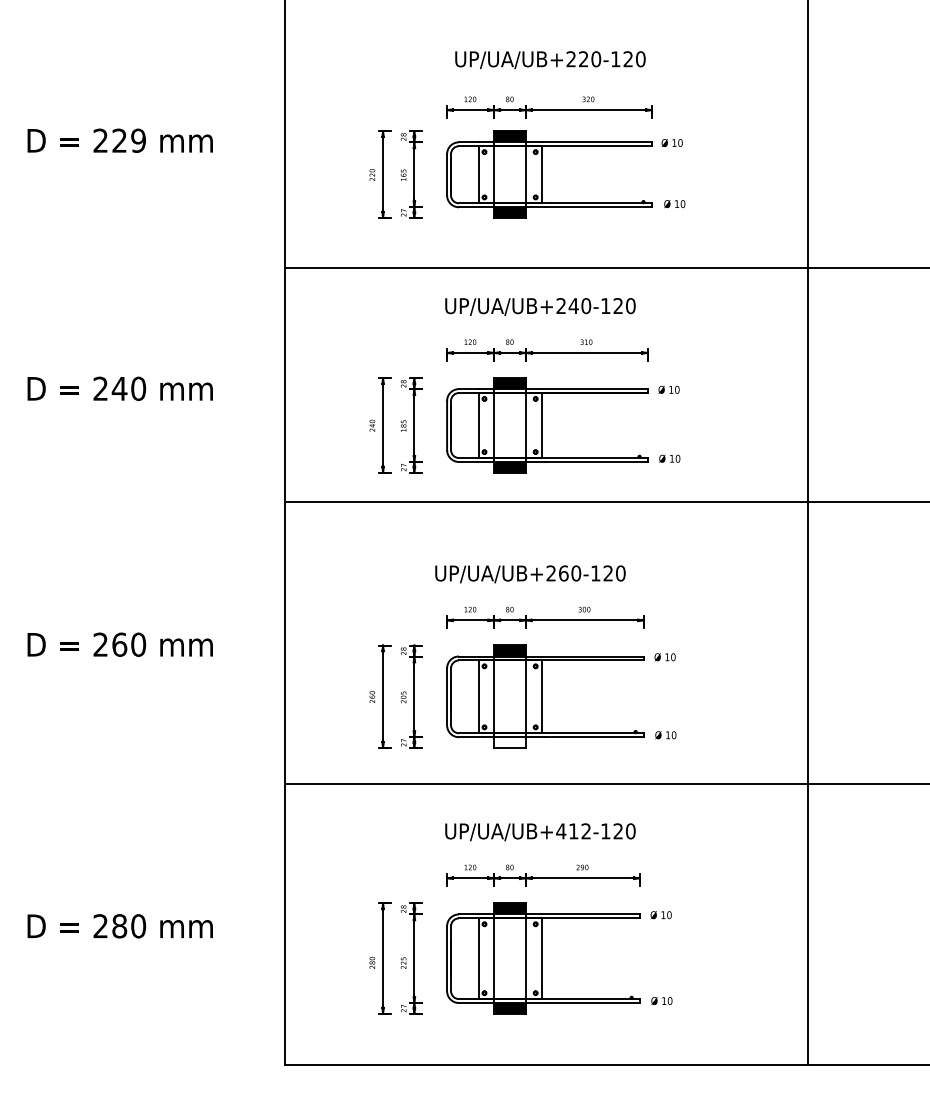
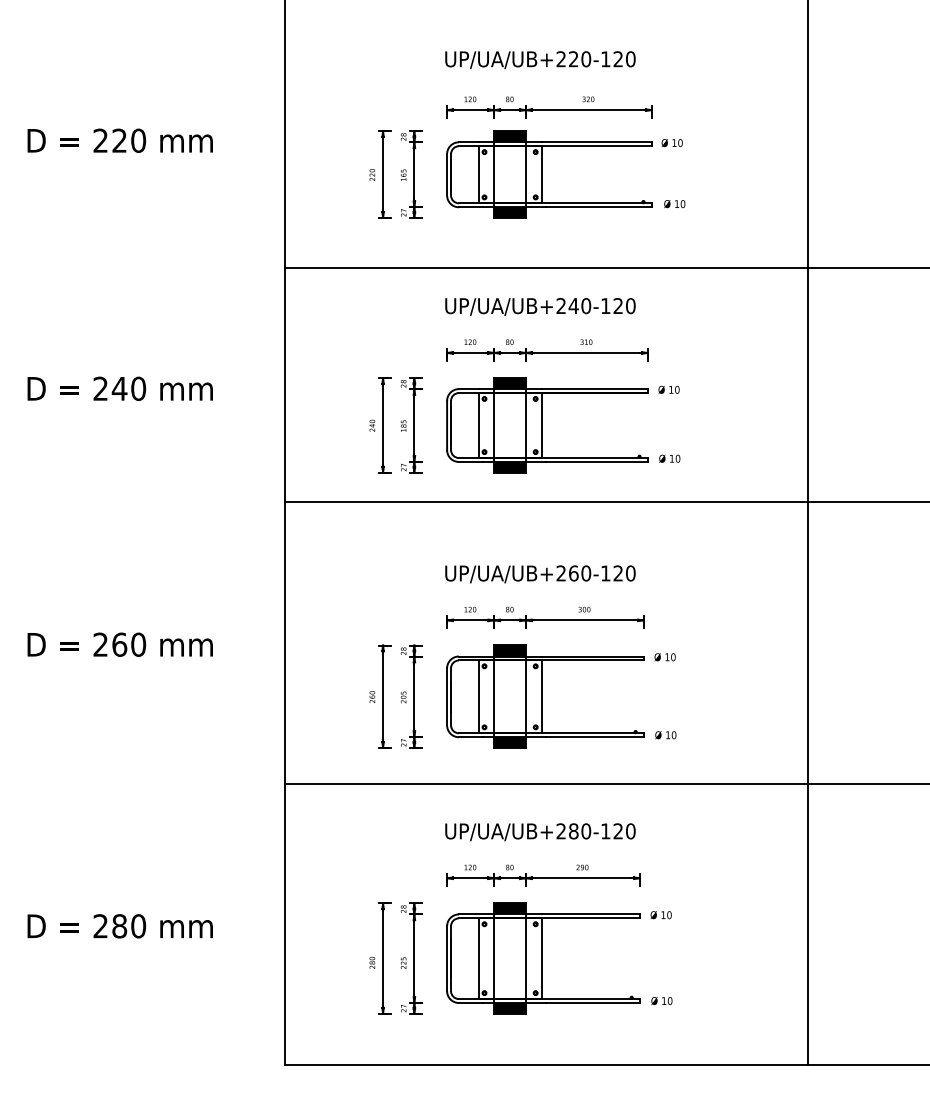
text at (550, 60) position: (550, 60) -> (540, 60)
text at (138, 140): 229 -> 220
text at (530, 574) position: (530, 574) -> (540, 574)
fill at (509, 742): none -> present
text at (573, 831): UP/UA/UB+412-120 -> UP/UA/UB+280-120
